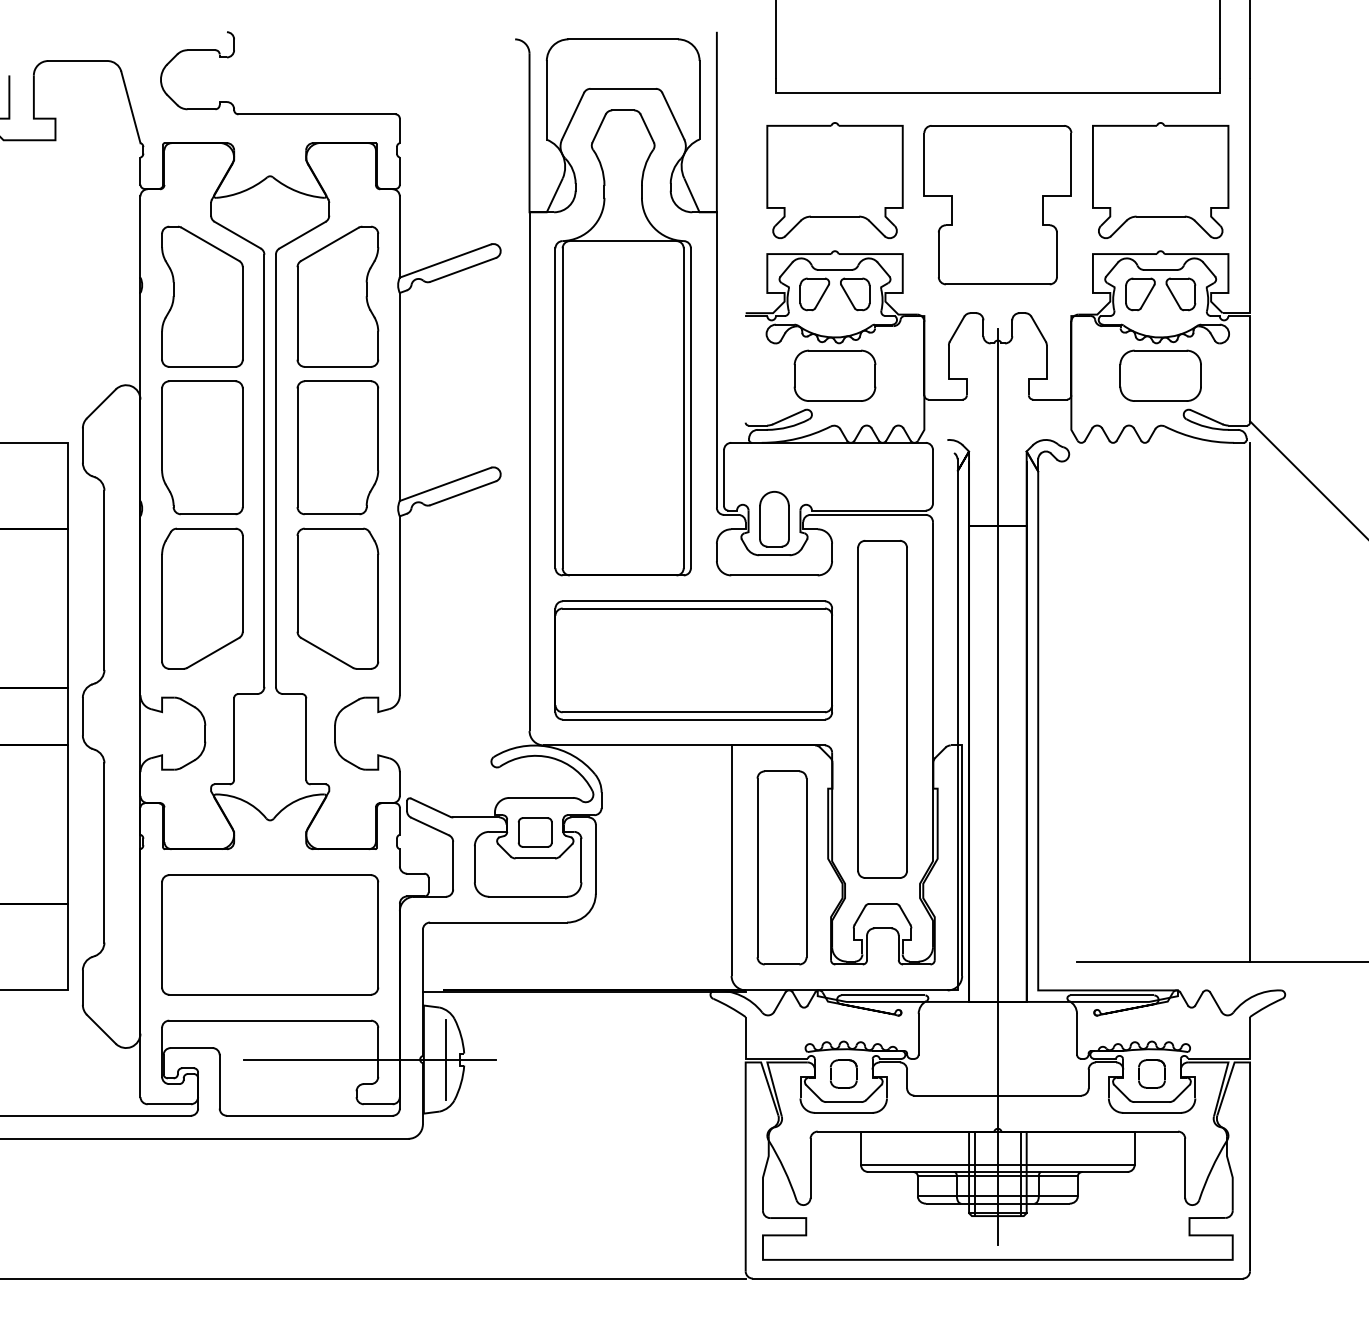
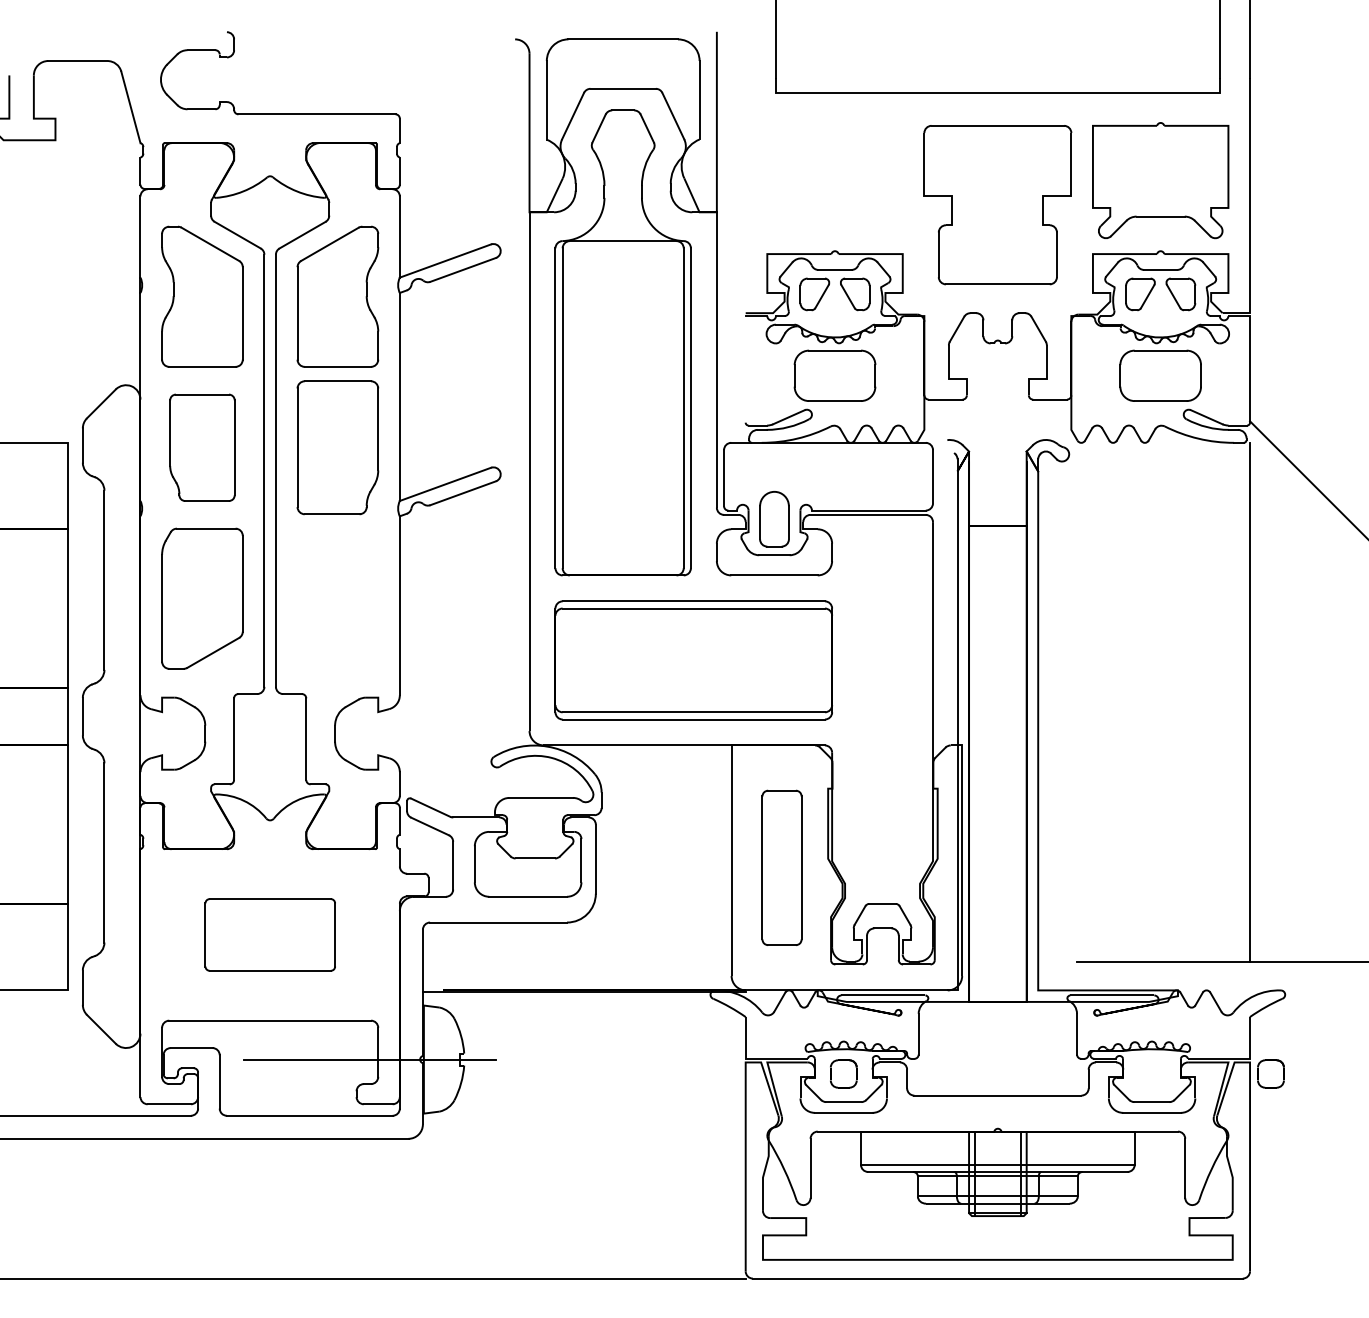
part at (834, 180): present -> none
part at (202, 447) size: 83x136 px -> 67x109 px
part at (337, 598): present -> none
part at (882, 709): present -> none
line at (997, 786): present -> none
part at (534, 832): present -> none
part at (781, 867) size: 52x196 px -> 42x157 px
part at (270, 934) size: 219x122 px -> 132x74 px
line at (445, 1059): present -> none
part at (1151, 1073) position: (1151, 1073) -> (1270, 1073)
